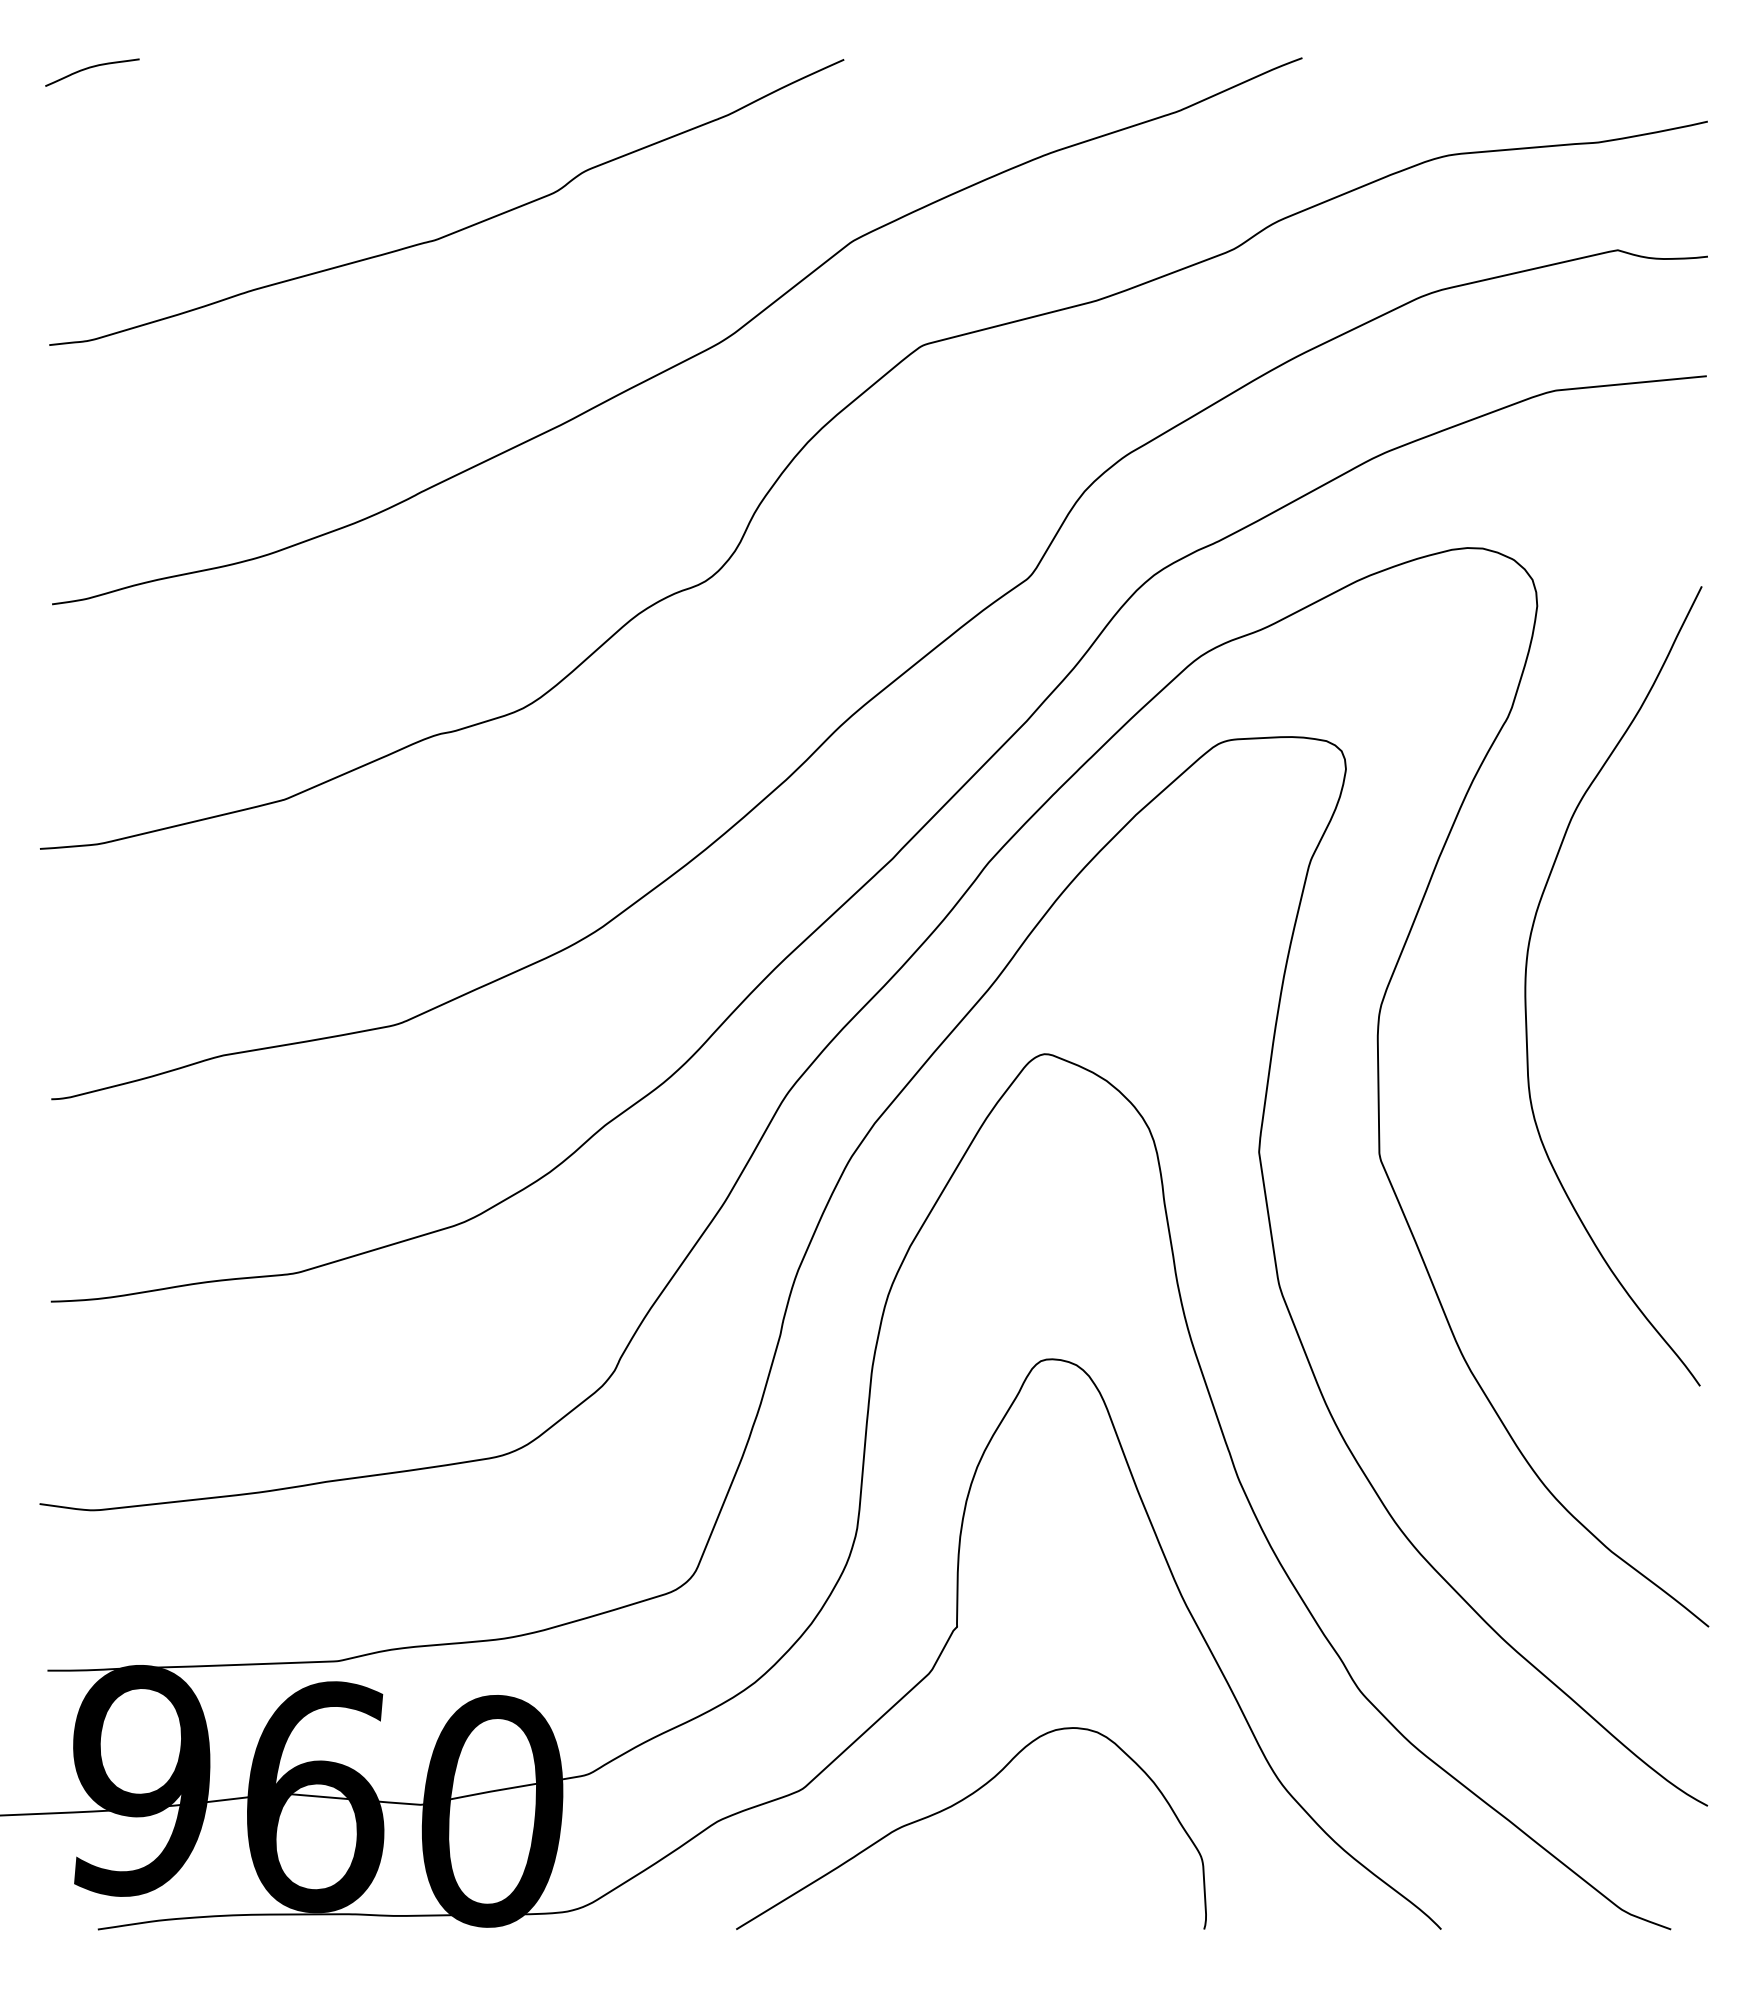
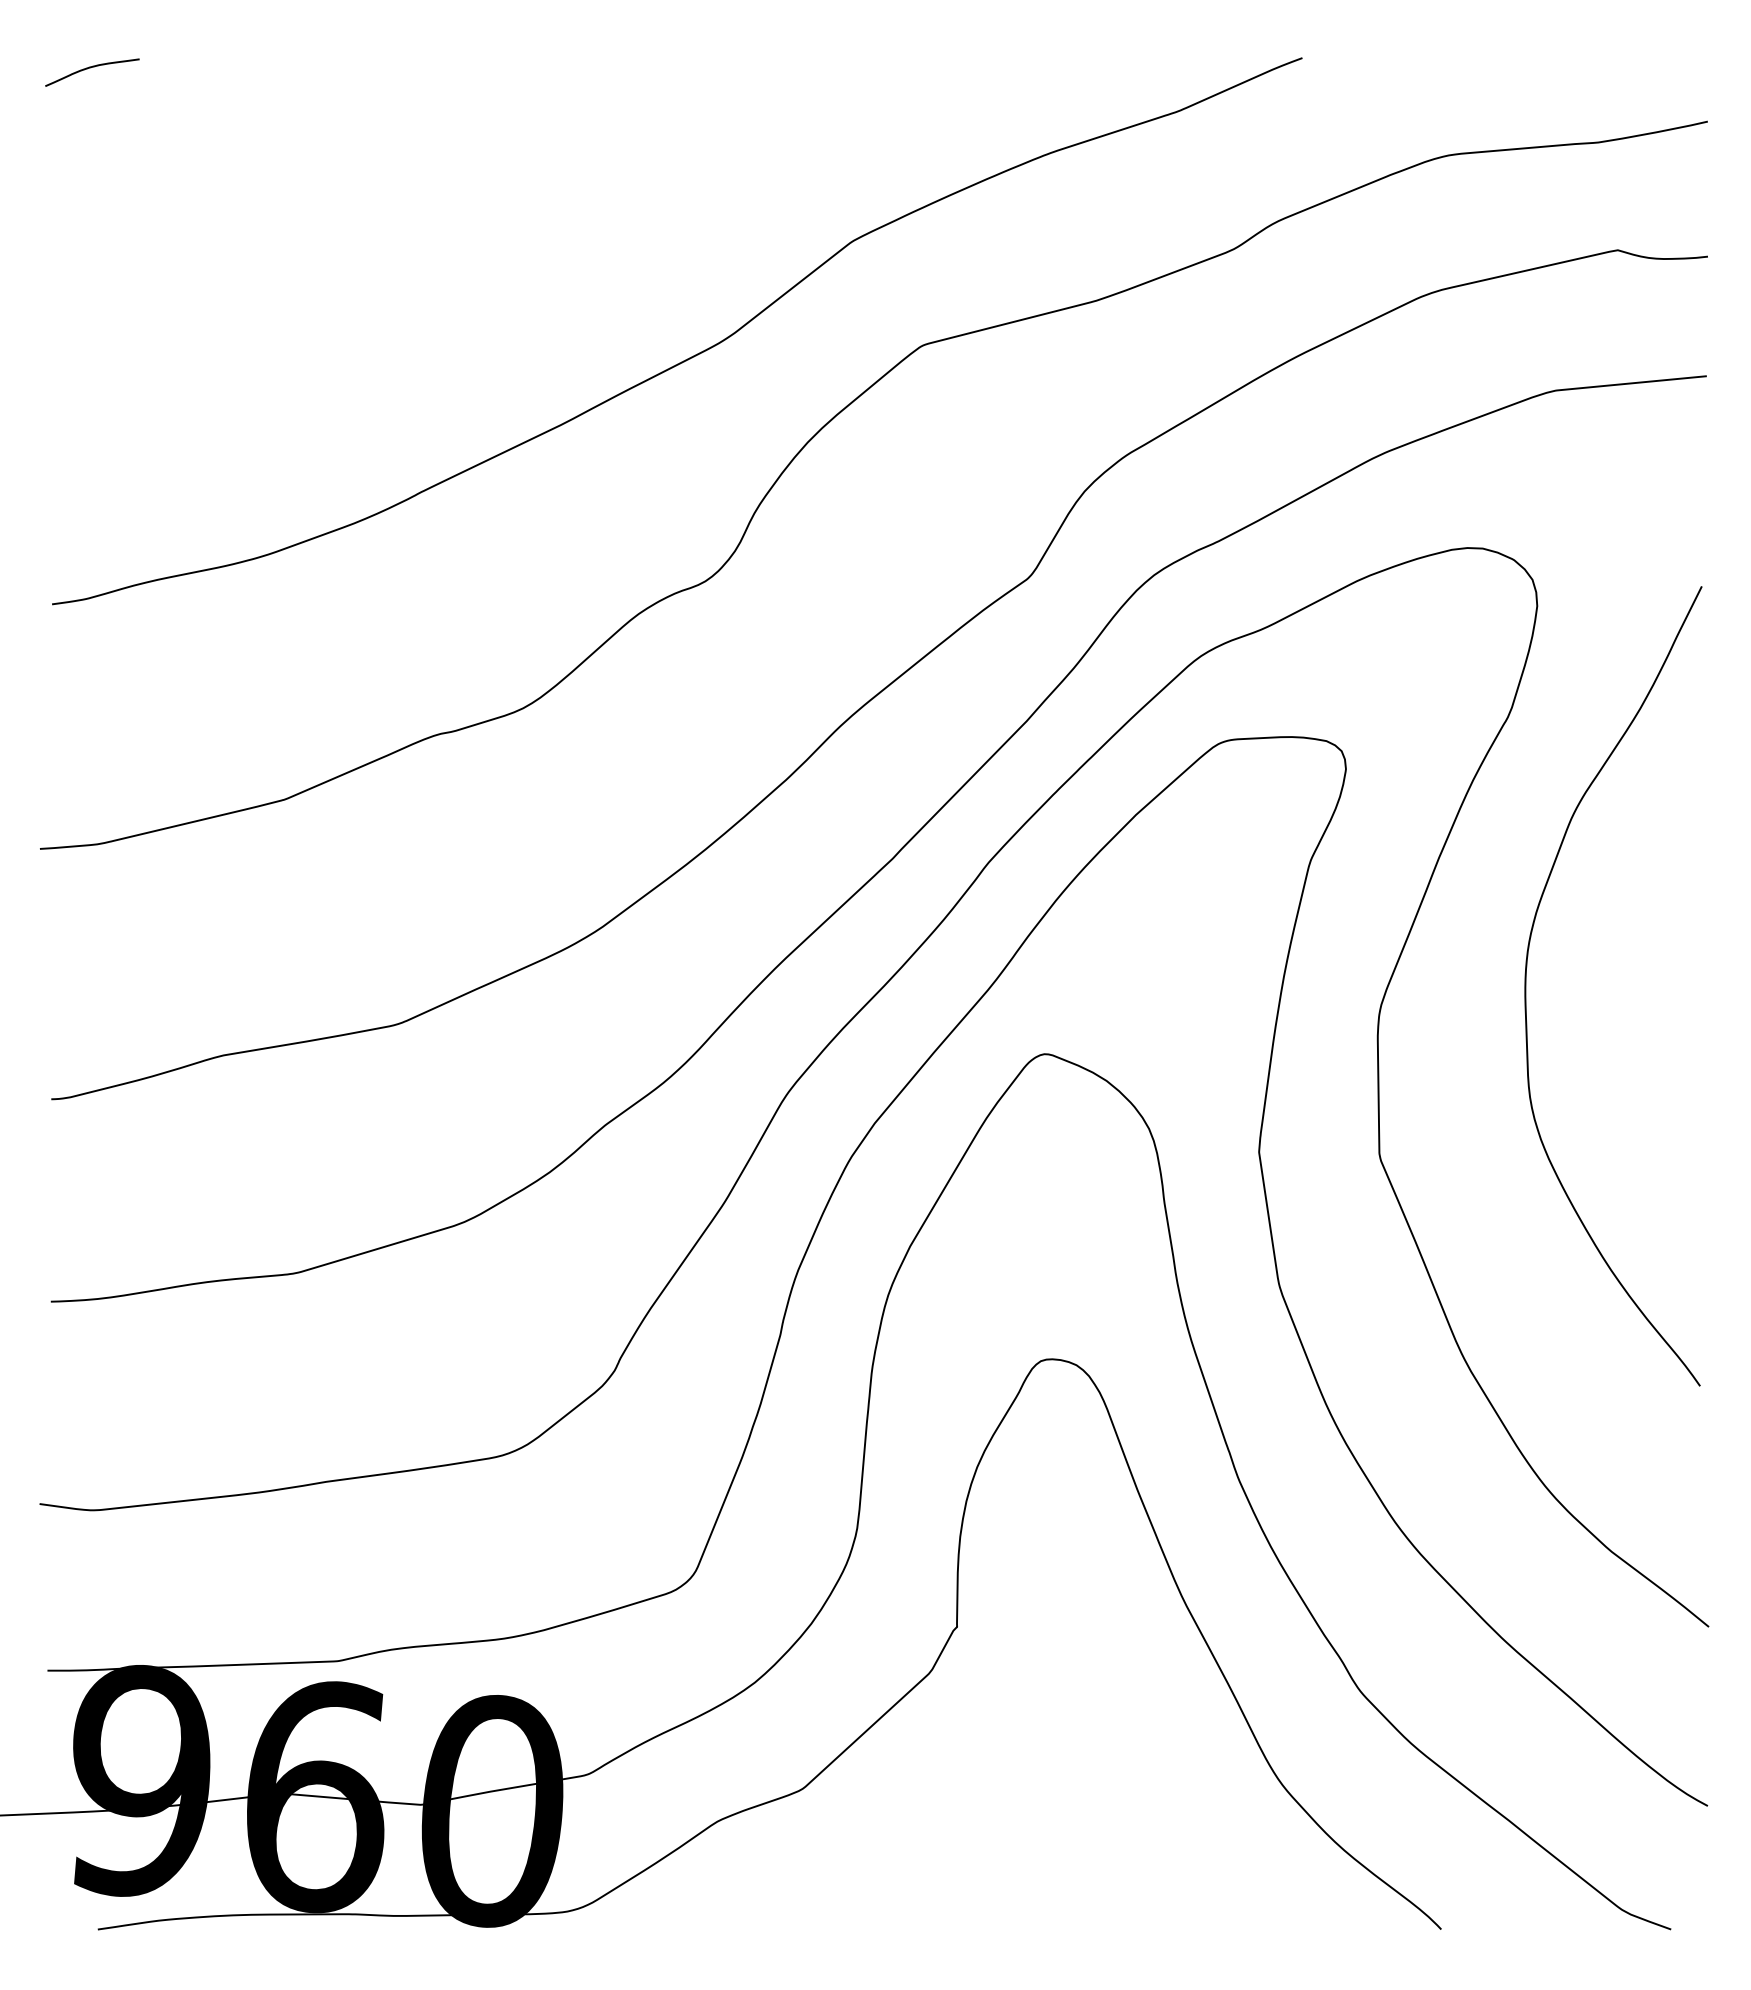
curve at (456, 230): present -> none
curve at (955, 1805): present -> none
